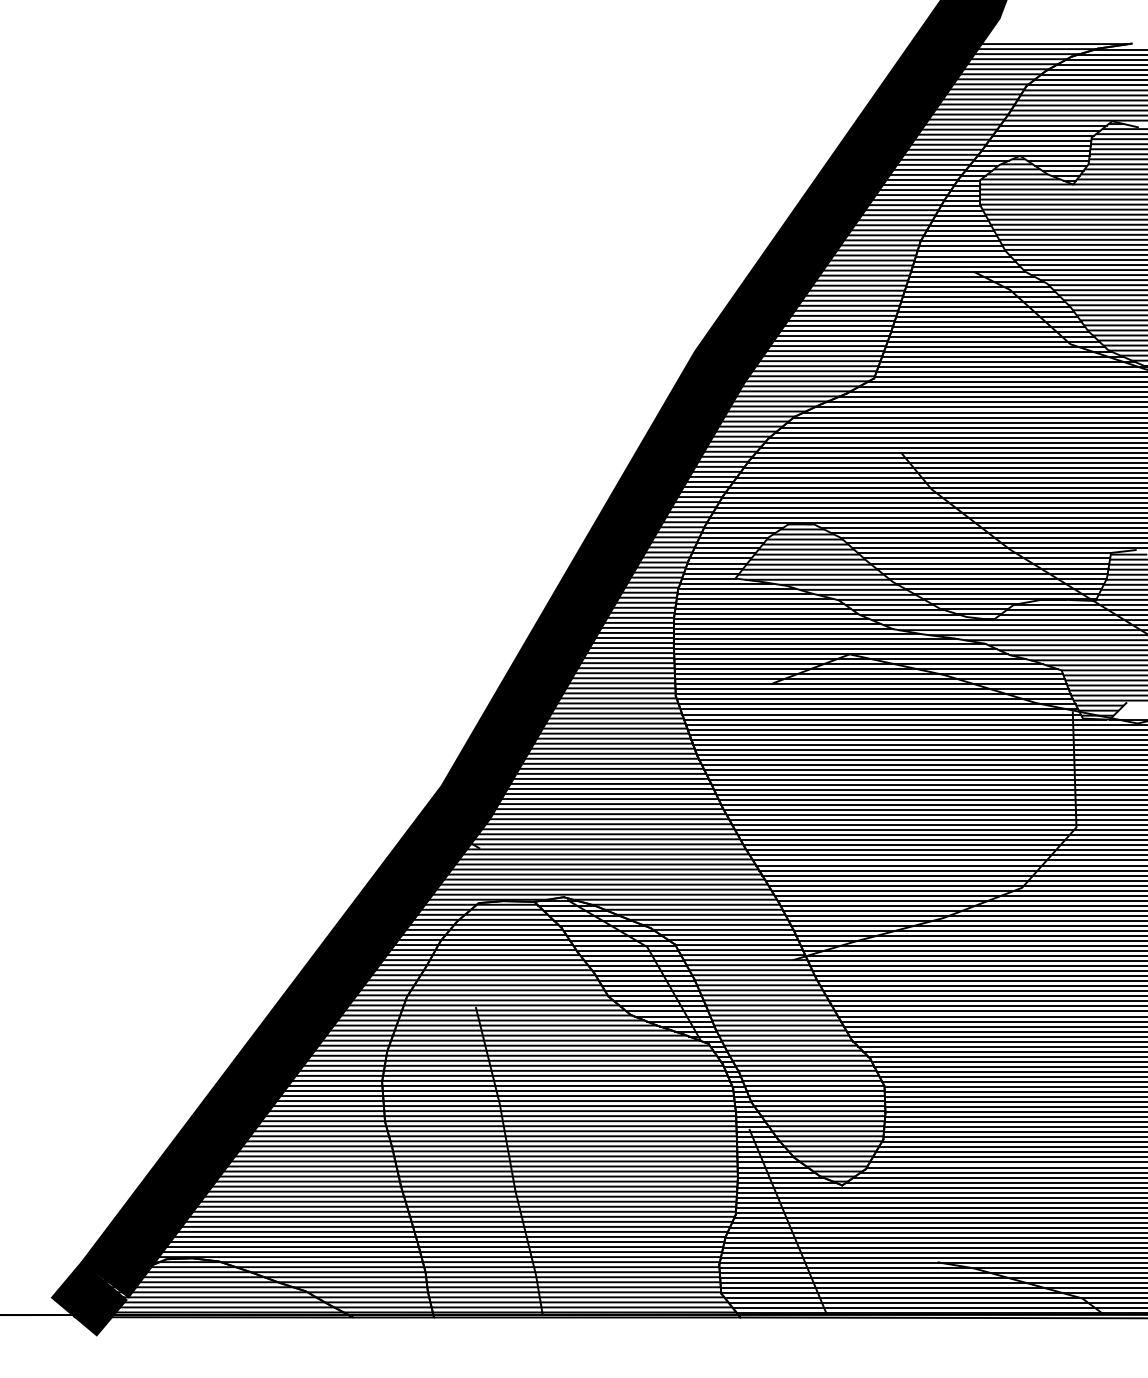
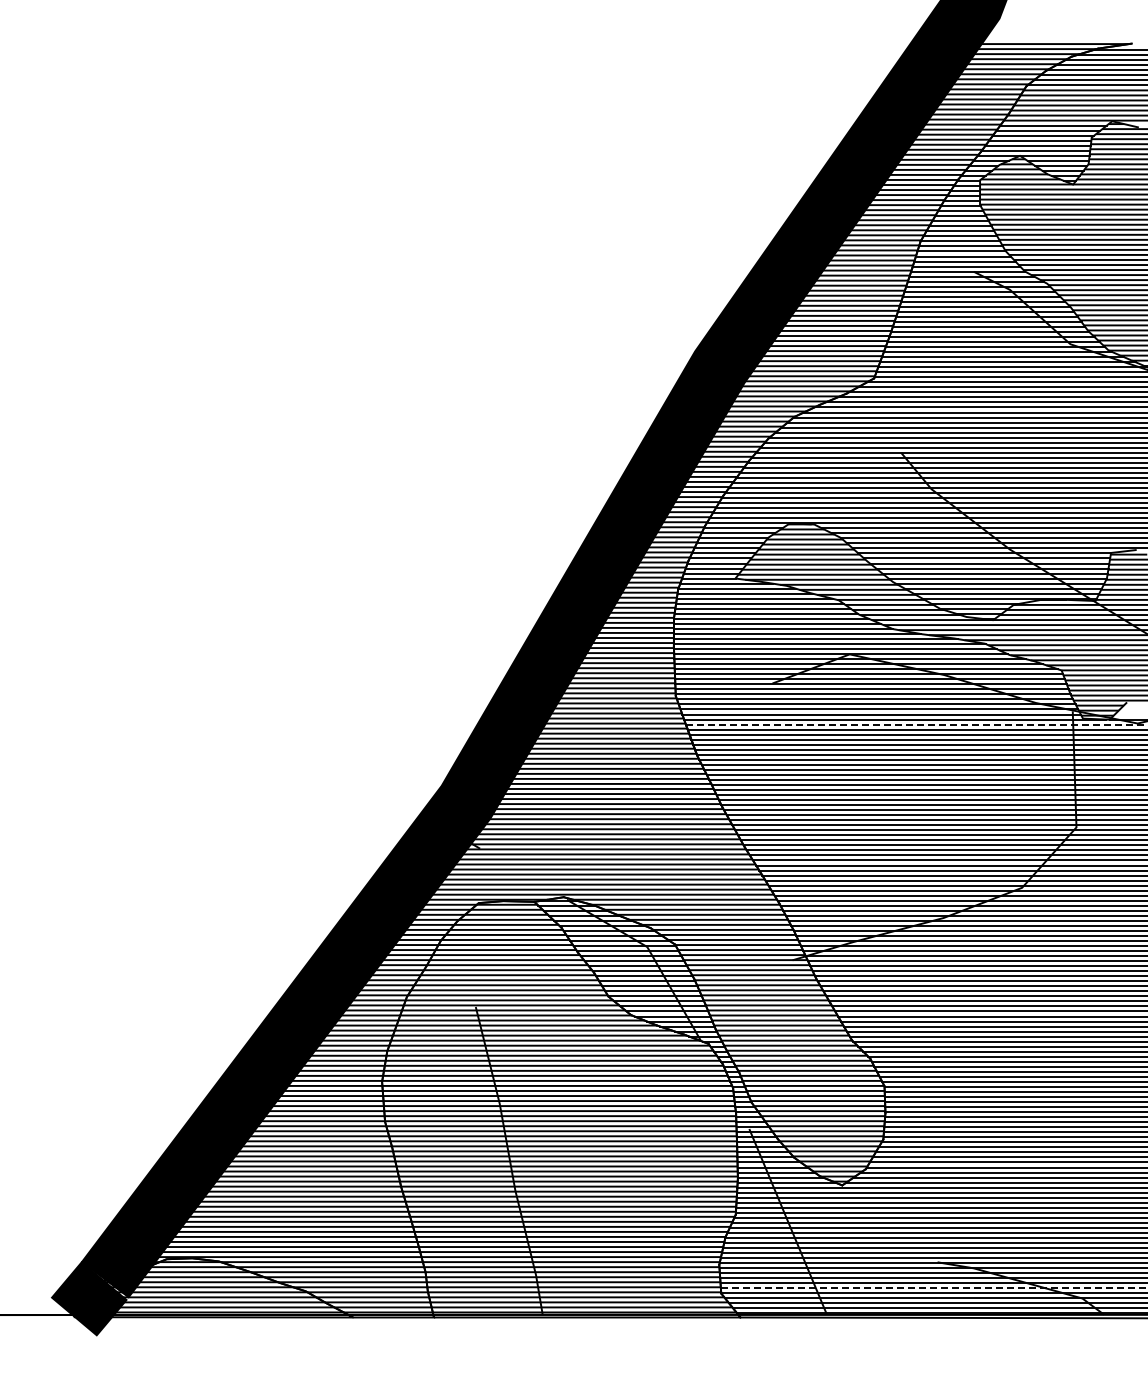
line at (916, 724): solid -> dashed
line at (934, 1288): solid -> dashed
